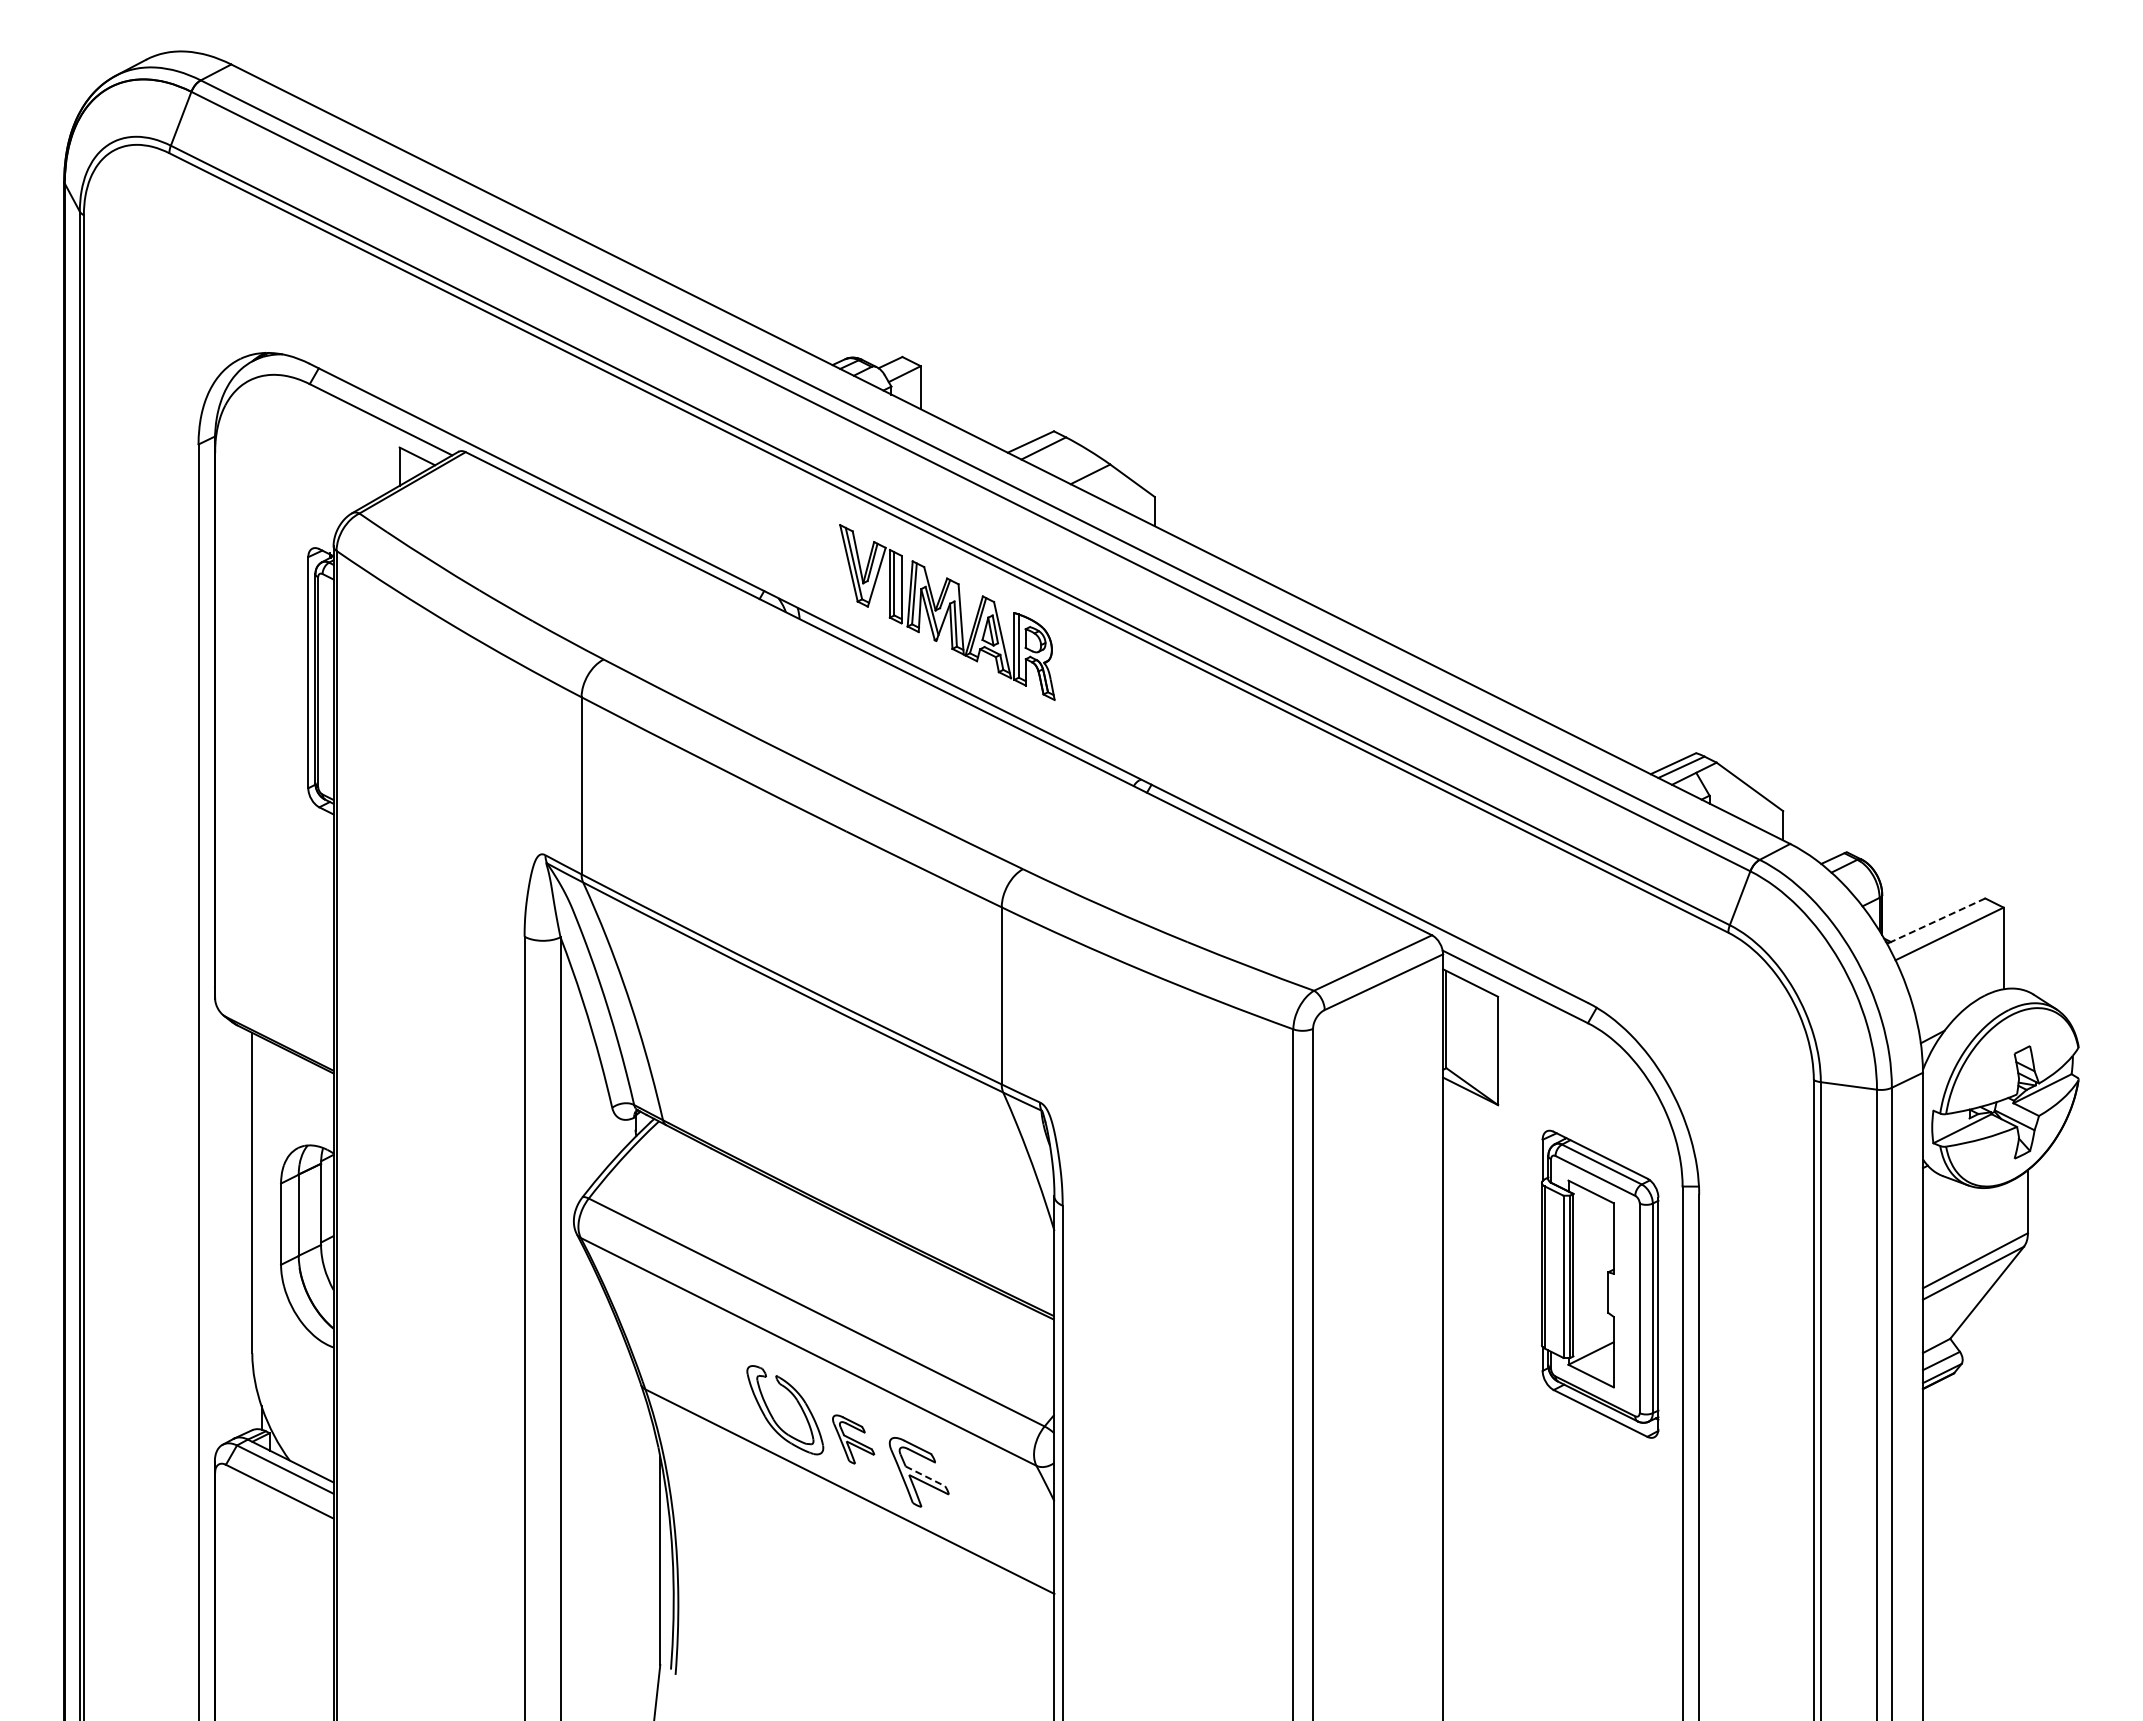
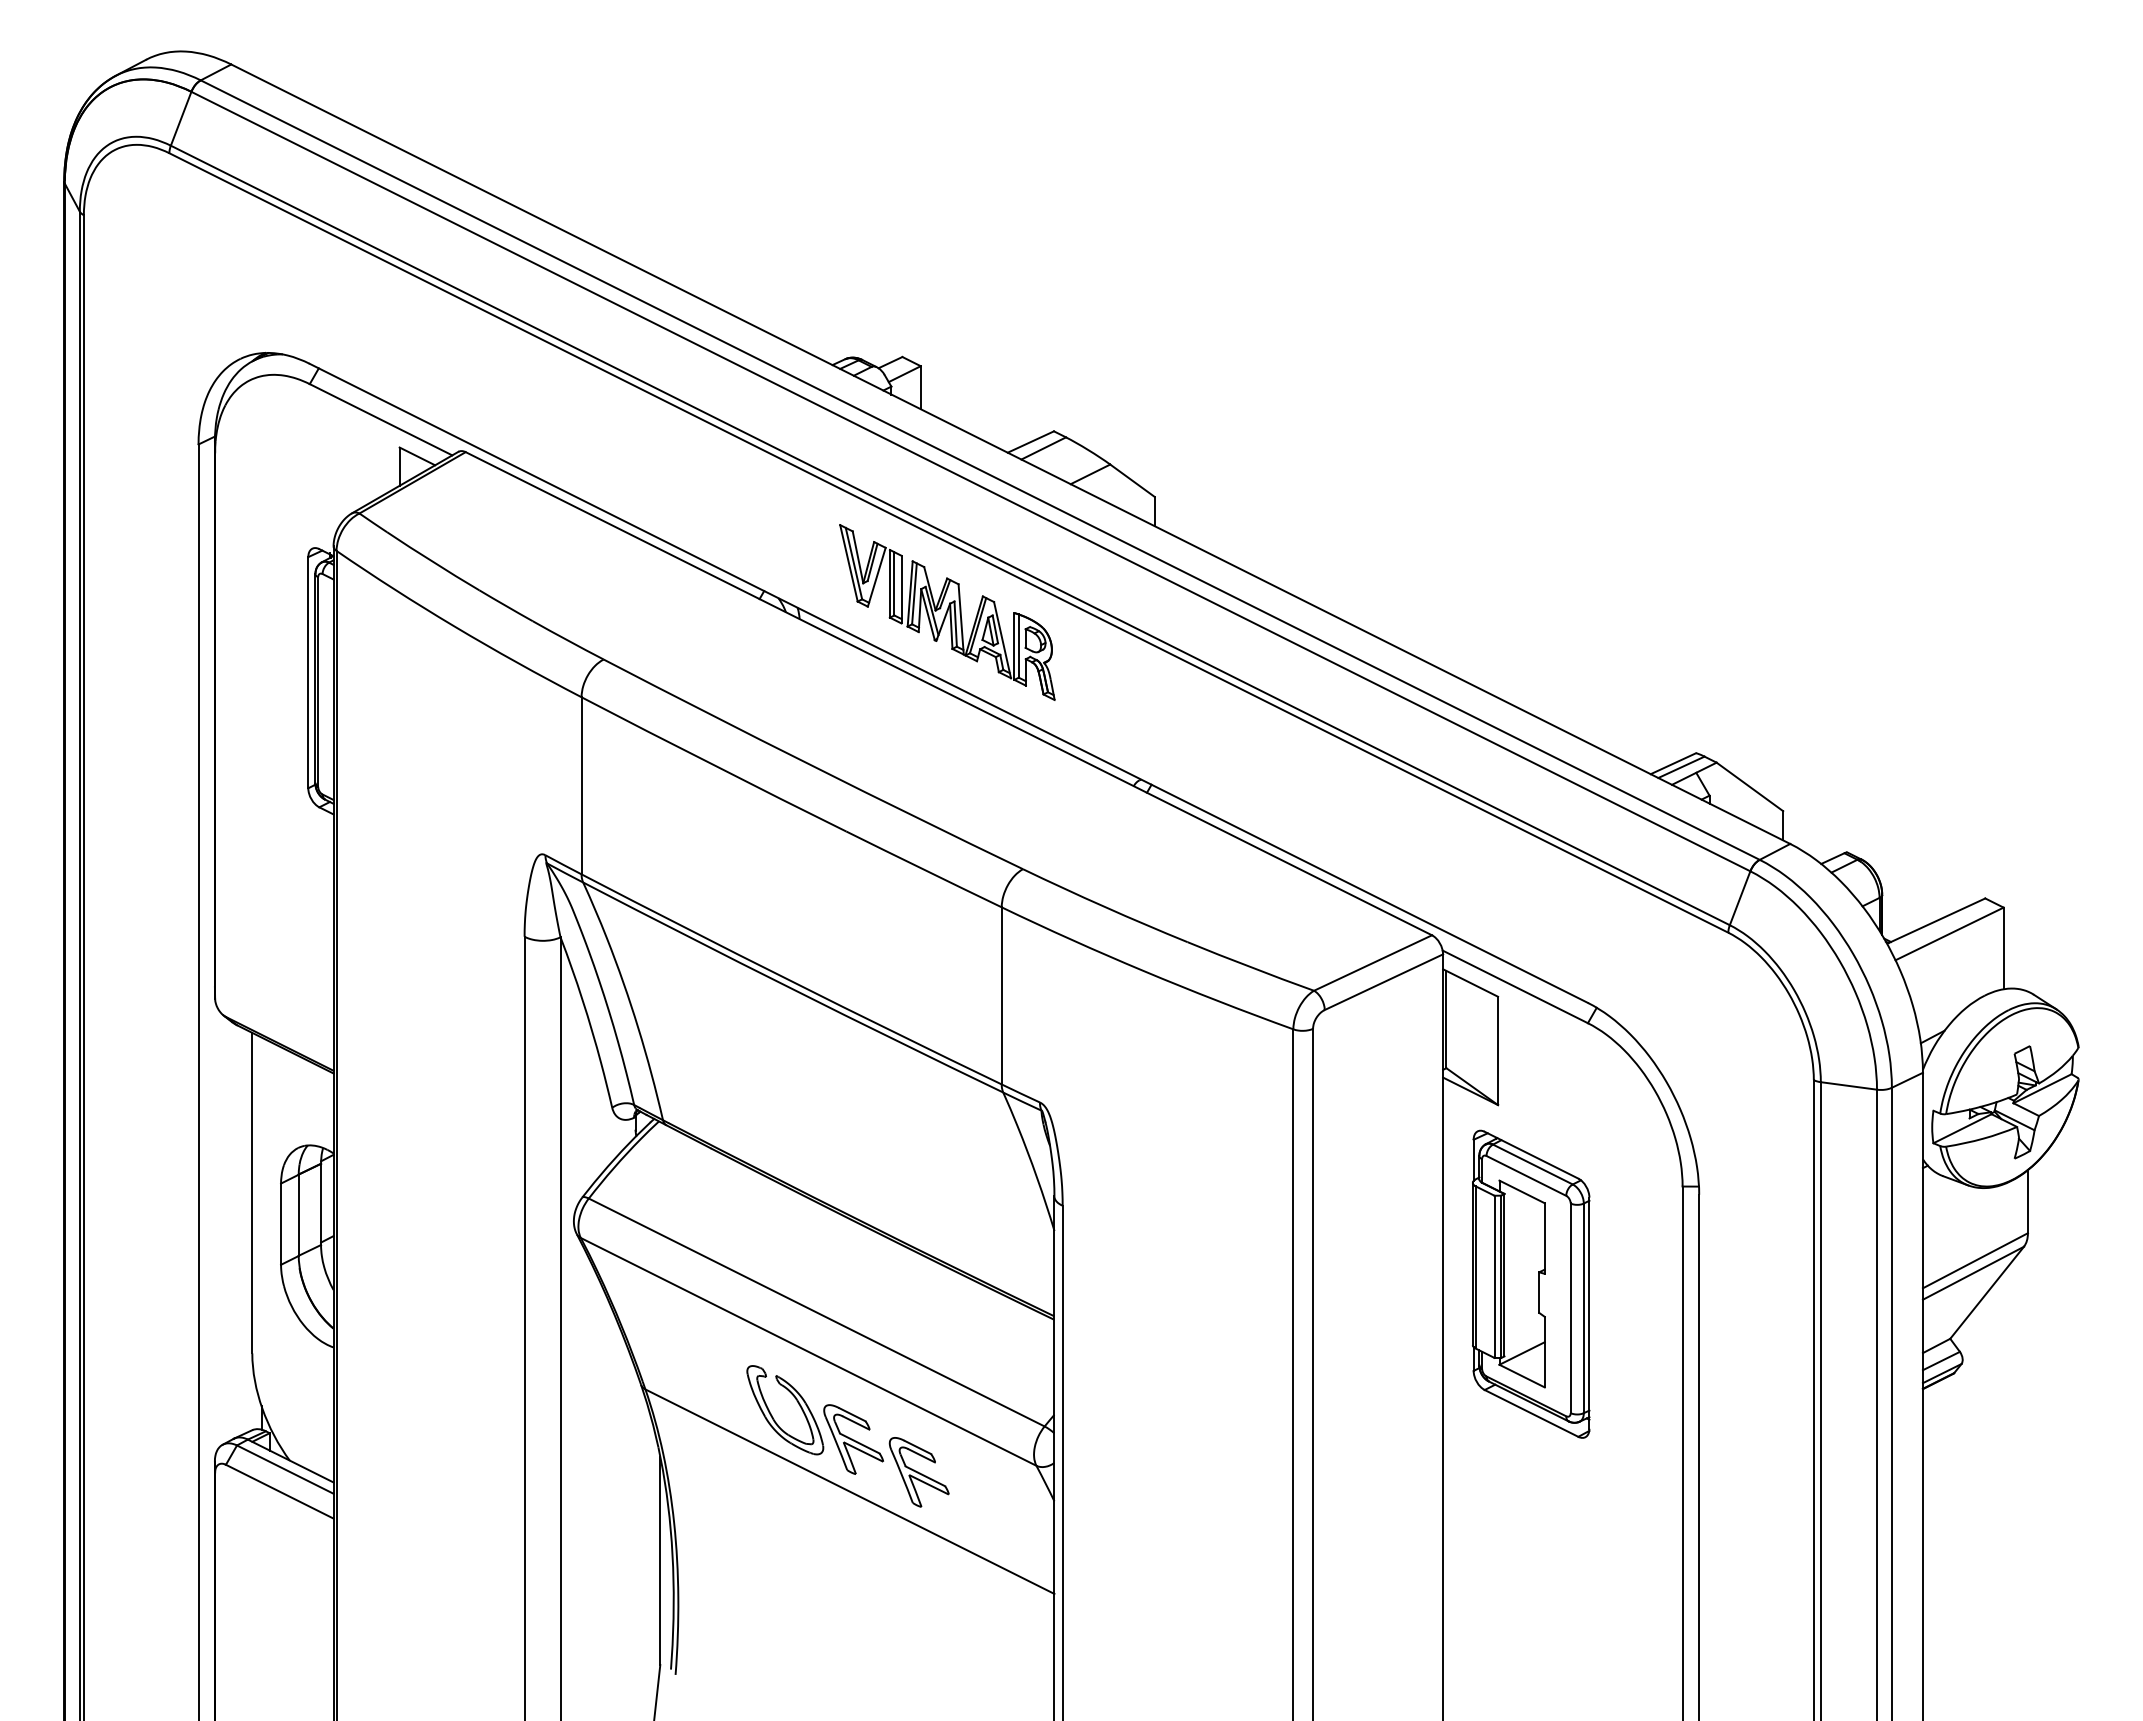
line at (1936, 920): dashed -> solid
part at (1600, 1283) position: (1600, 1283) -> (1531, 1283)
part at (853, 1439) size: 44x51 px -> 61x71 px
line at (925, 1476): dashed -> solid
